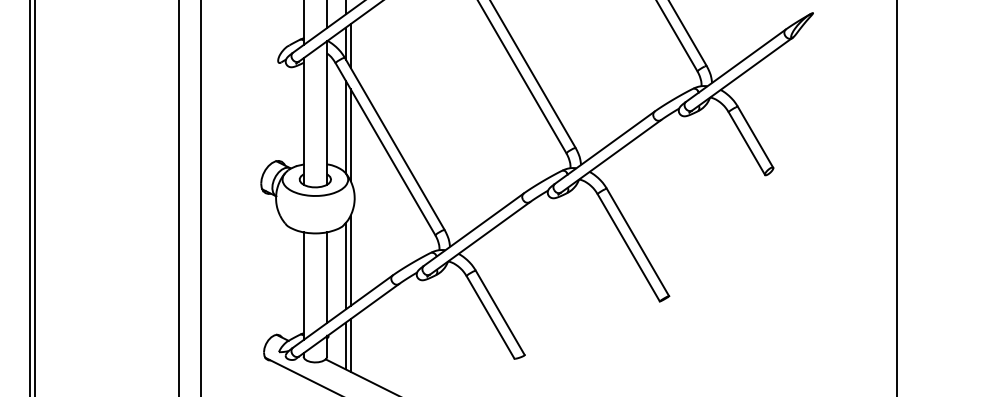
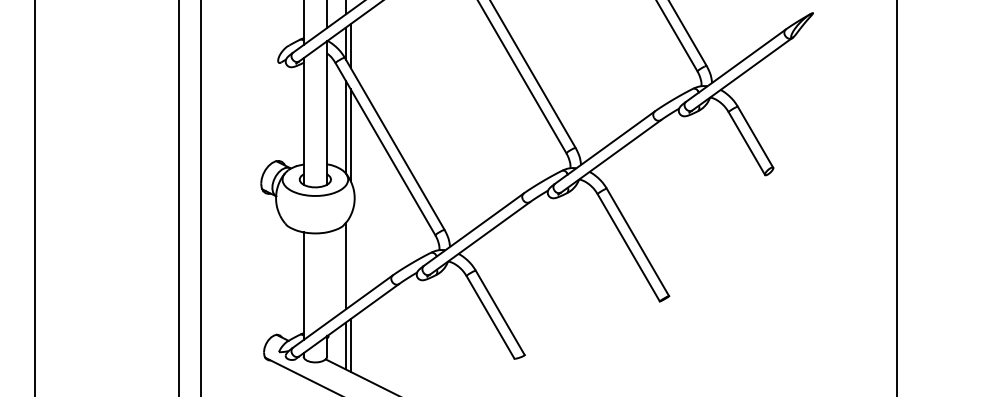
line at (30, 197): present -> none
line at (350, 260): present -> none
line at (327, 277): present -> none
